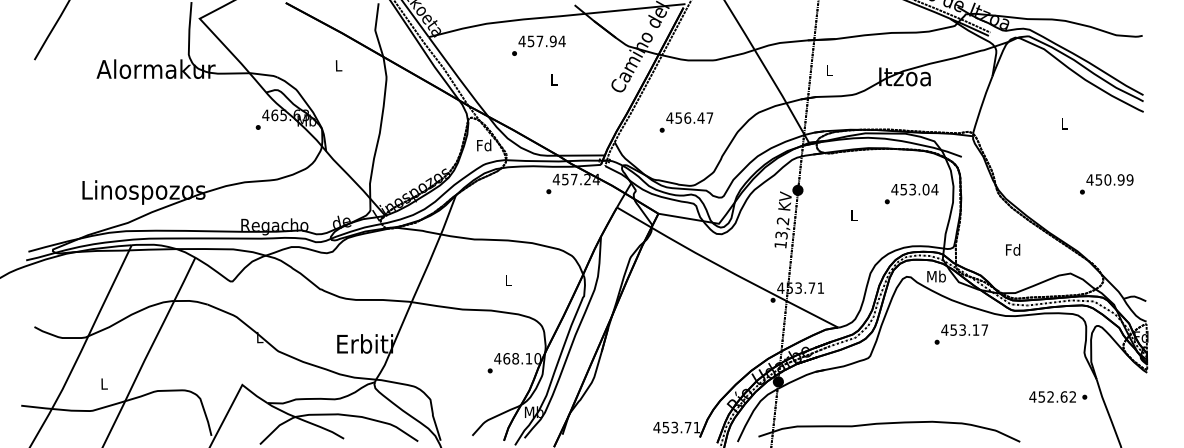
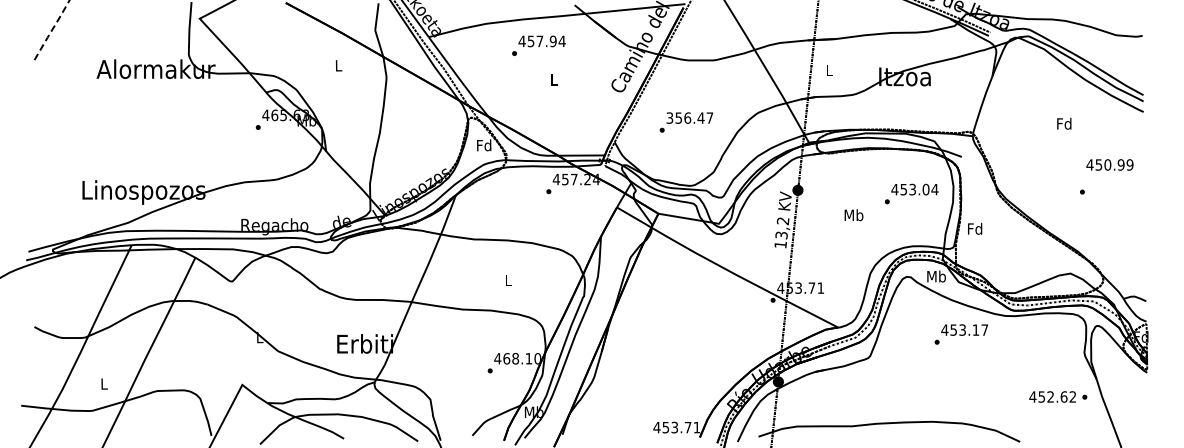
line at (51, 30): solid -> dashed
text at (669, 117): 456.47 -> 356.47
text at (1064, 123): L -> Fd
text at (1109, 179) position: (1109, 179) -> (1109, 164)
text at (853, 215): L -> Mb
text at (1013, 249) position: (1013, 249) -> (975, 228)
